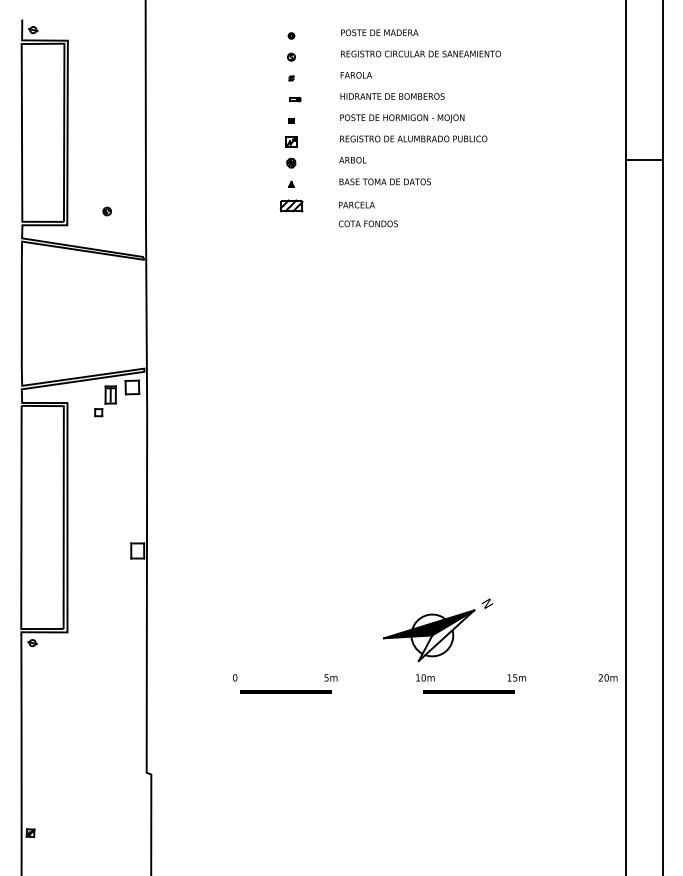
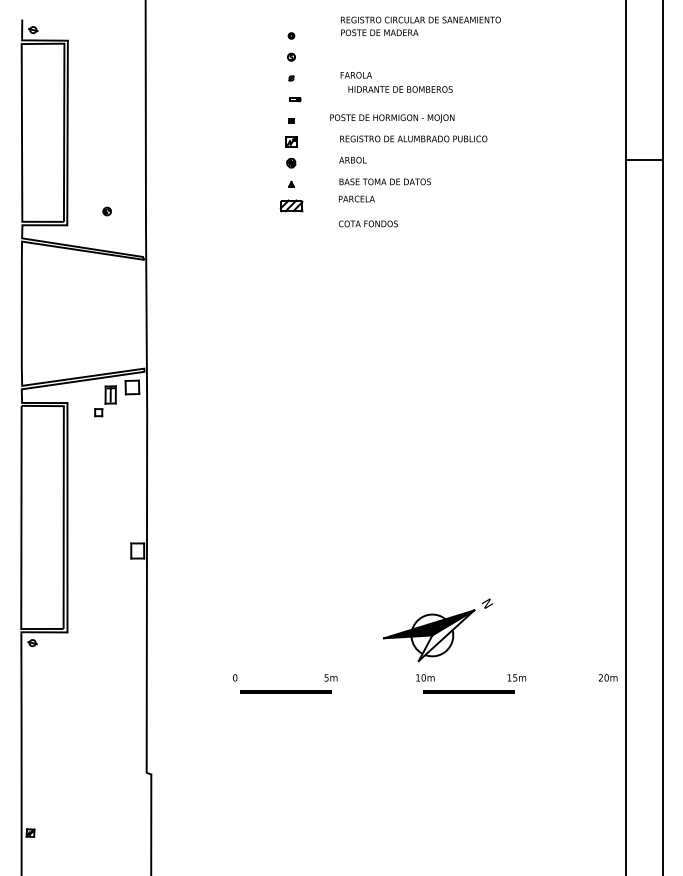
text at (420, 53) position: (420, 53) -> (420, 19)
text at (392, 96) position: (392, 96) -> (400, 89)
text at (402, 118) position: (402, 118) -> (392, 118)
text at (356, 204) position: (356, 204) -> (356, 198)
